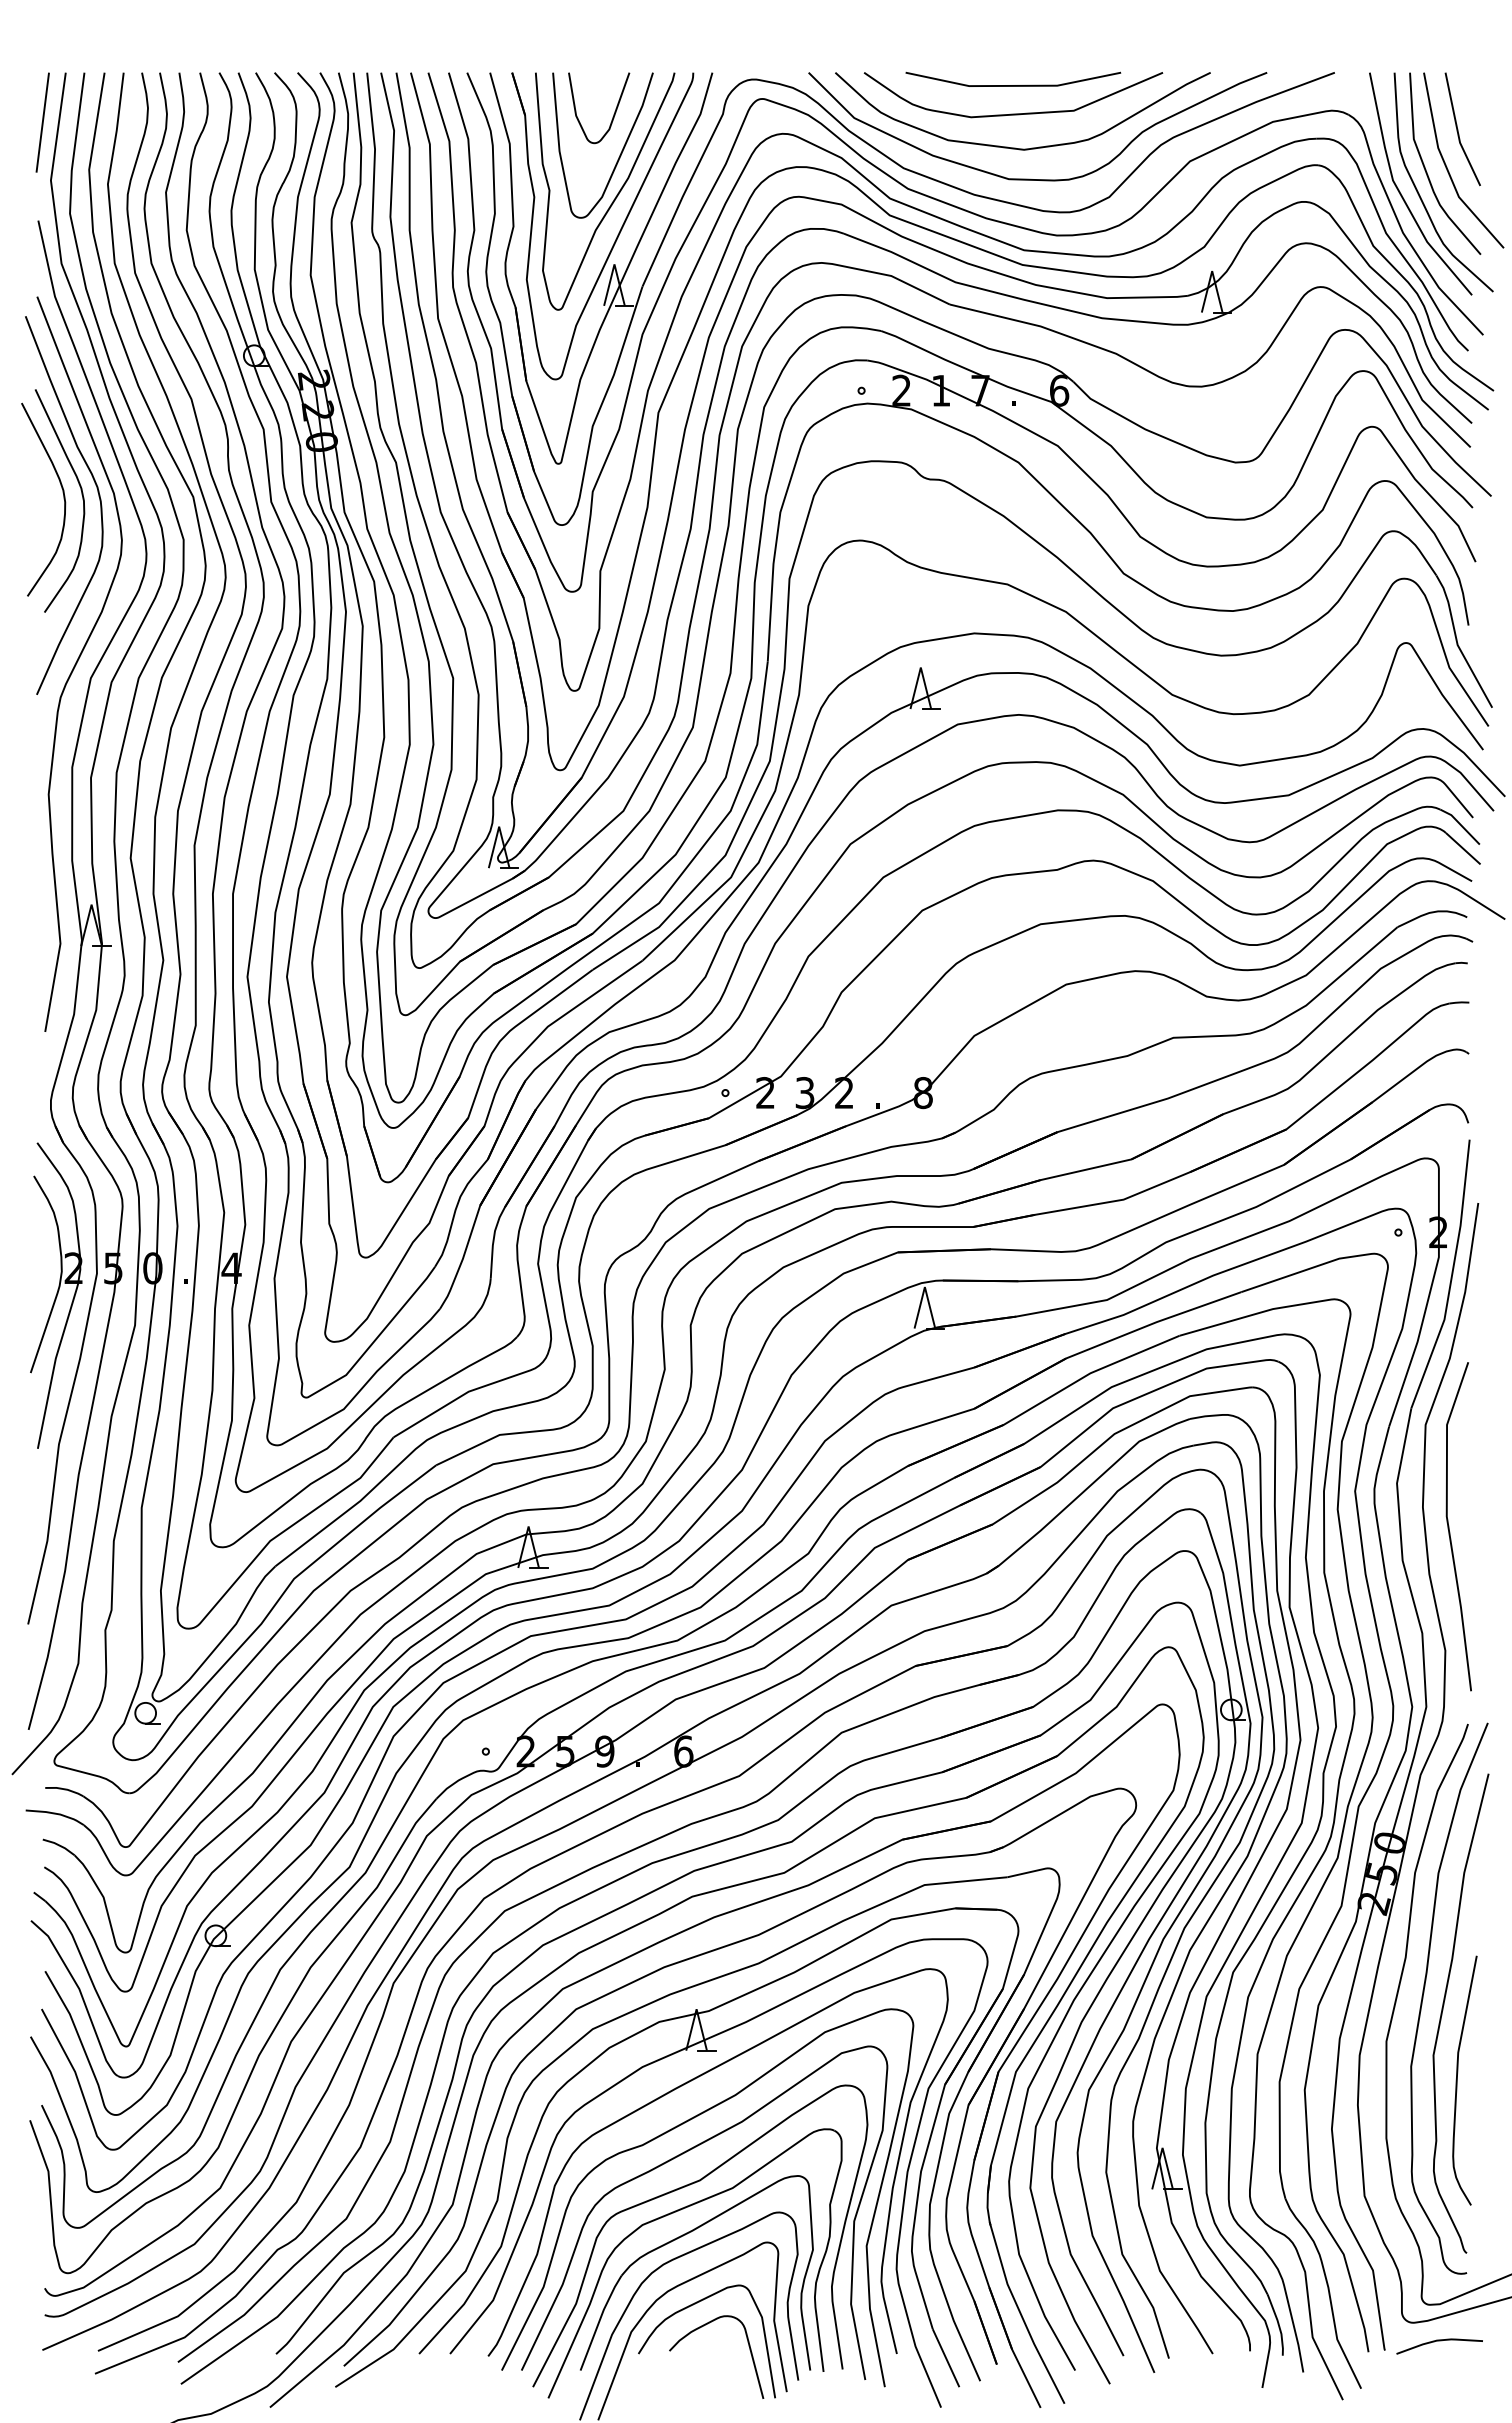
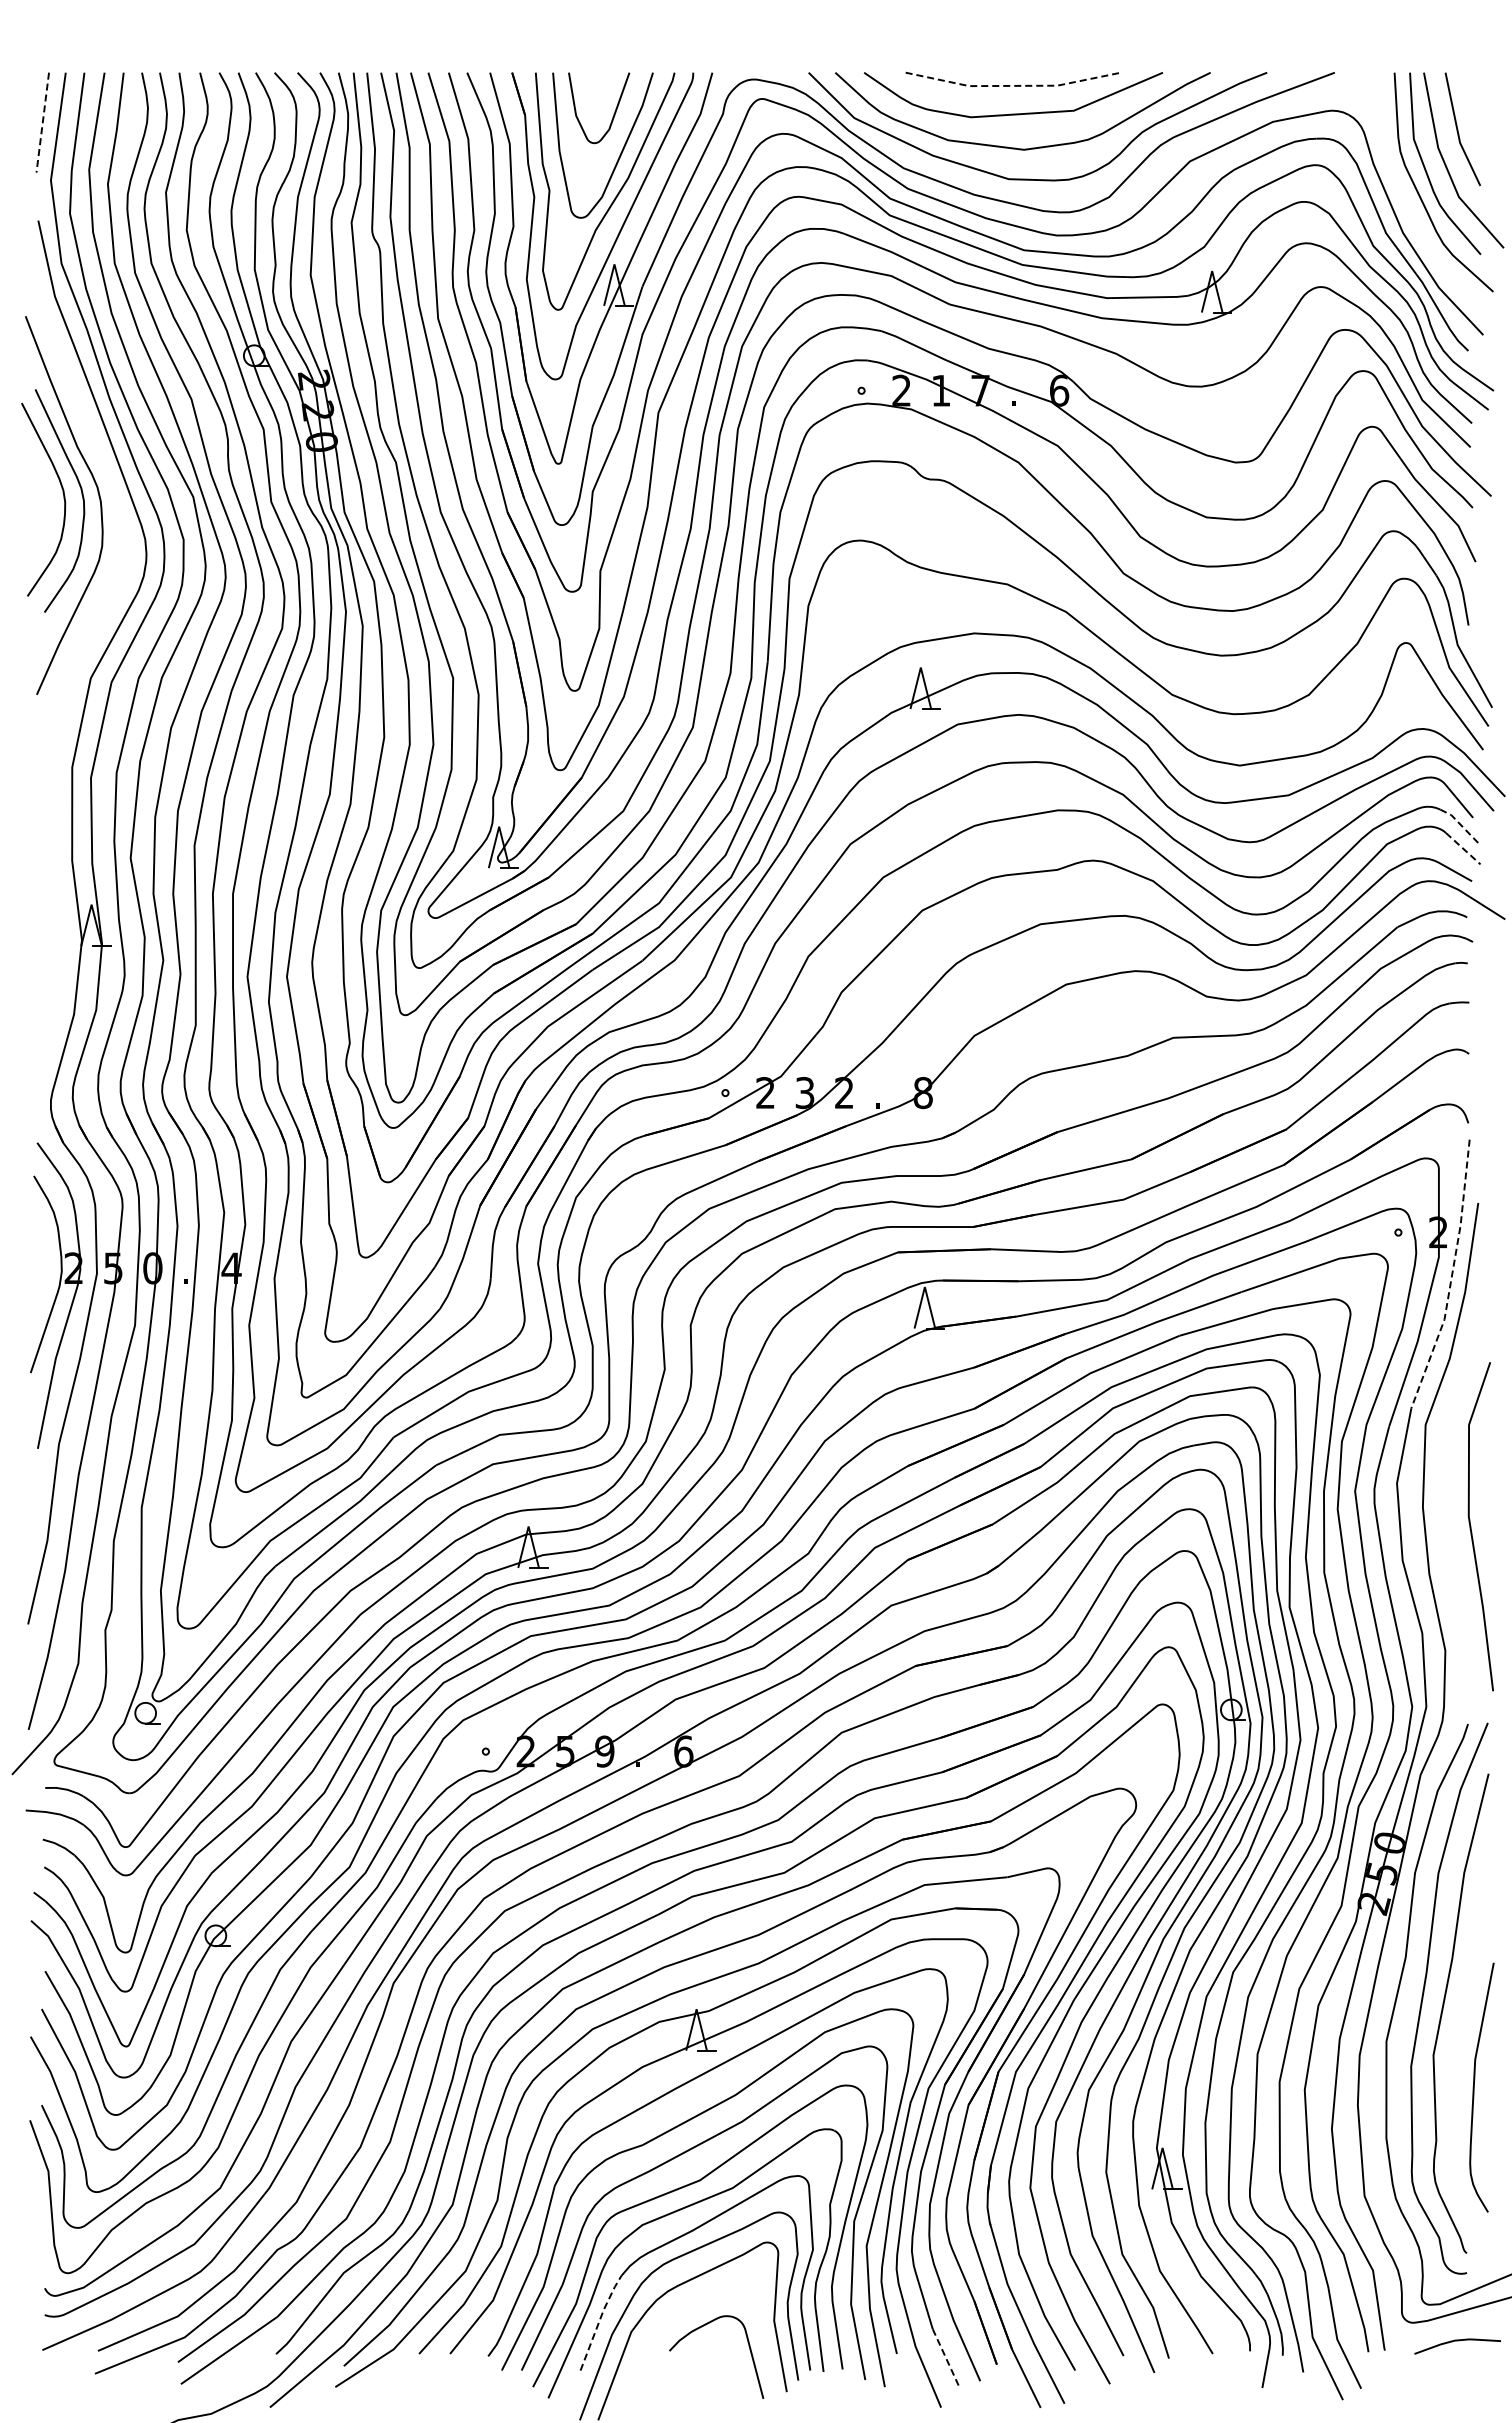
line at (1013, 85): solid -> dashed
line at (42, 123): solid -> dashed
line at (1401, 193): present -> none
curve at (77, 663): present -> none
line at (1461, 825): solid -> dashed
line at (1463, 849): solid -> dashed
line at (1451, 1276): solid -> dashed
line at (1449, 1526) position: (1449, 1526) -> (1471, 1526)
curve at (1457, 2080) position: (1457, 2080) -> (1474, 2087)
curve at (689, 2307): present -> none
line at (599, 2320): solid -> dashed
curve at (1439, 2341) position: (1439, 2341) -> (1457, 2341)
line at (946, 2358): solid -> dashed
